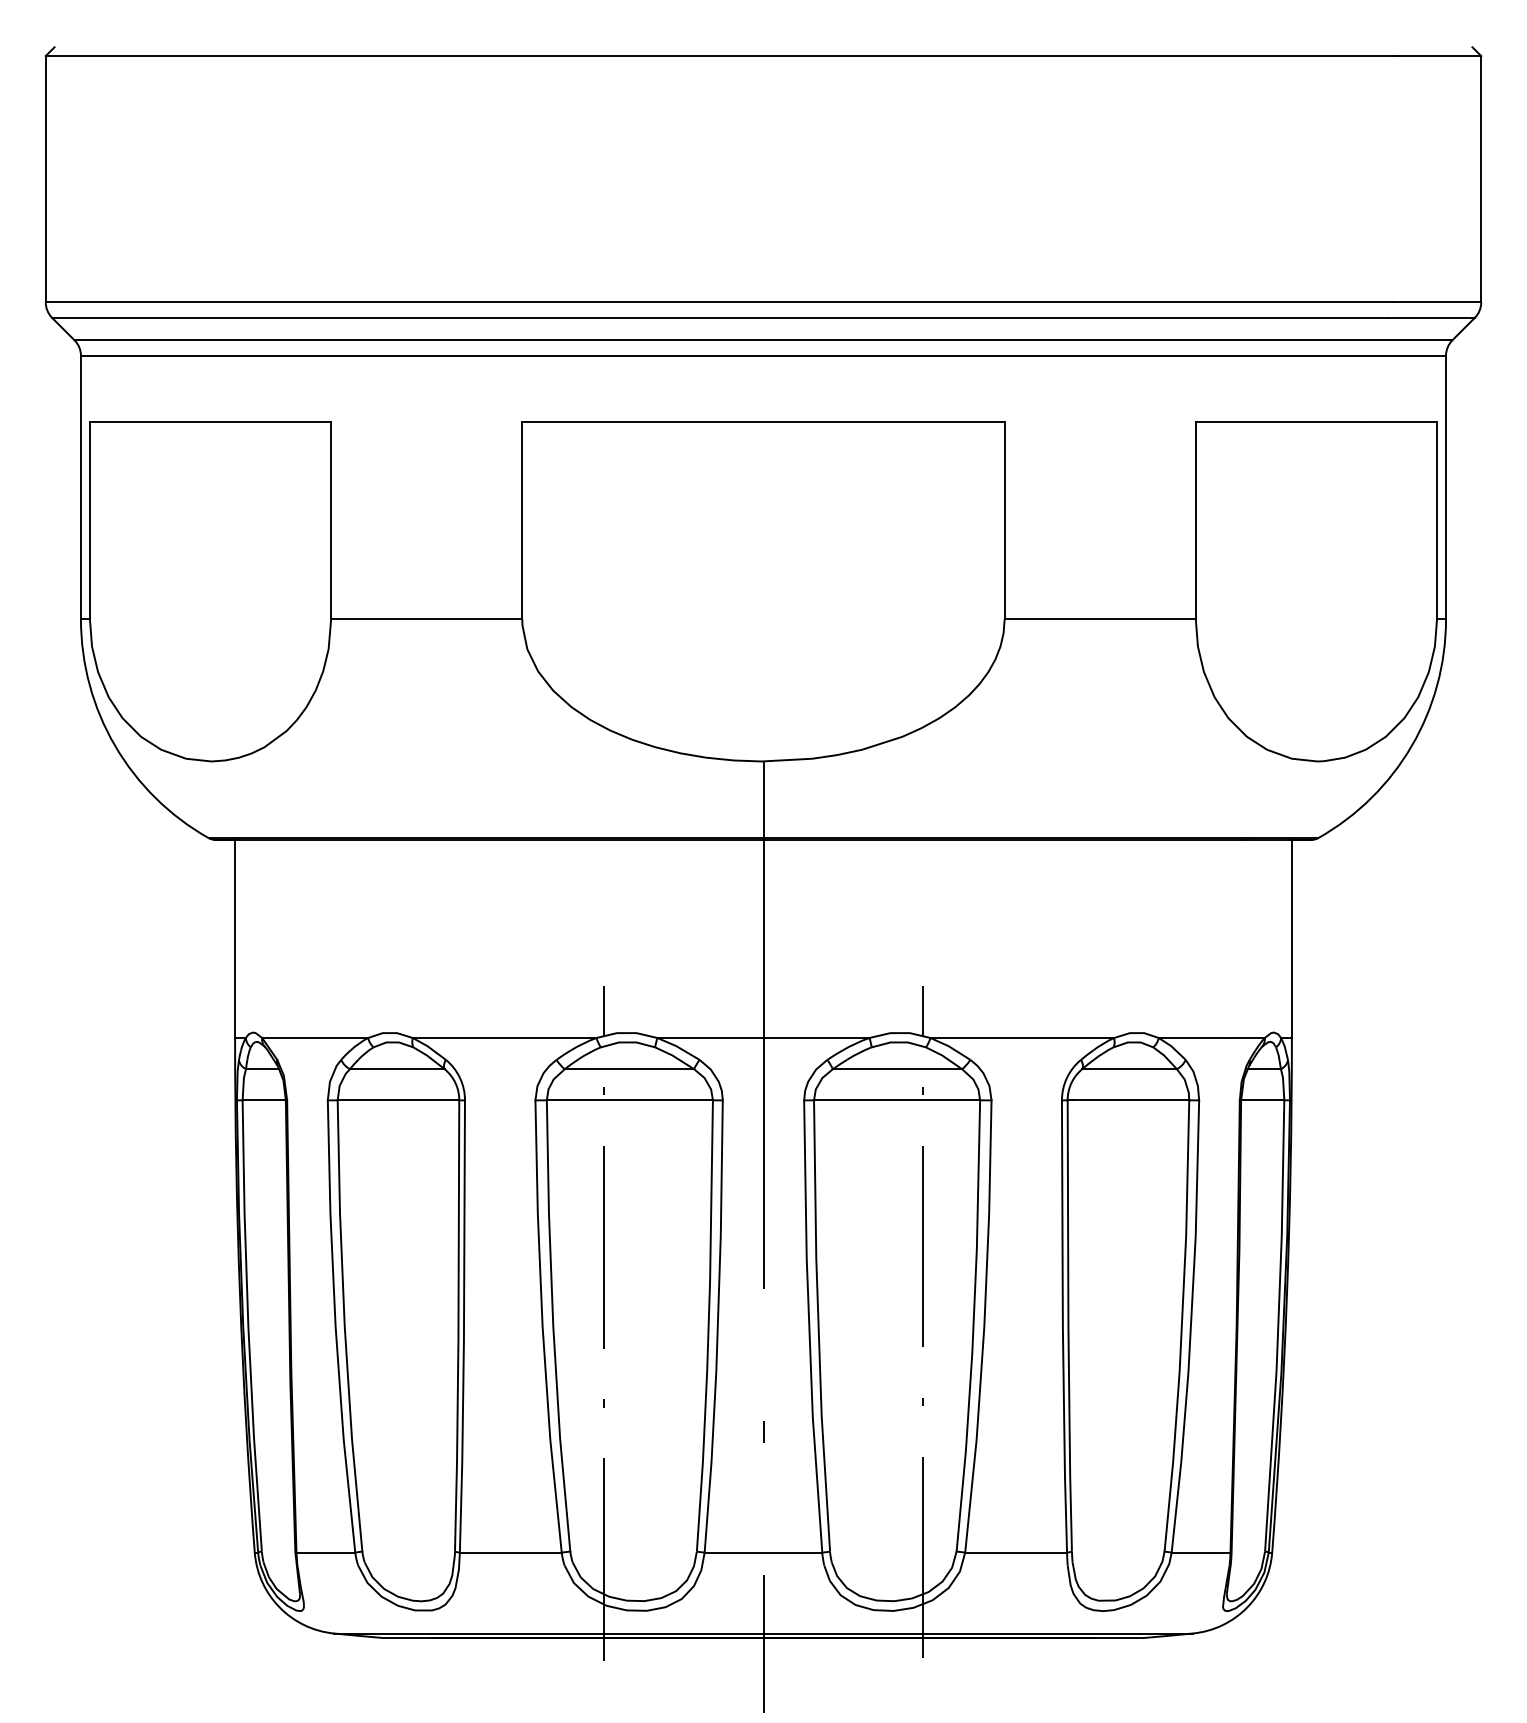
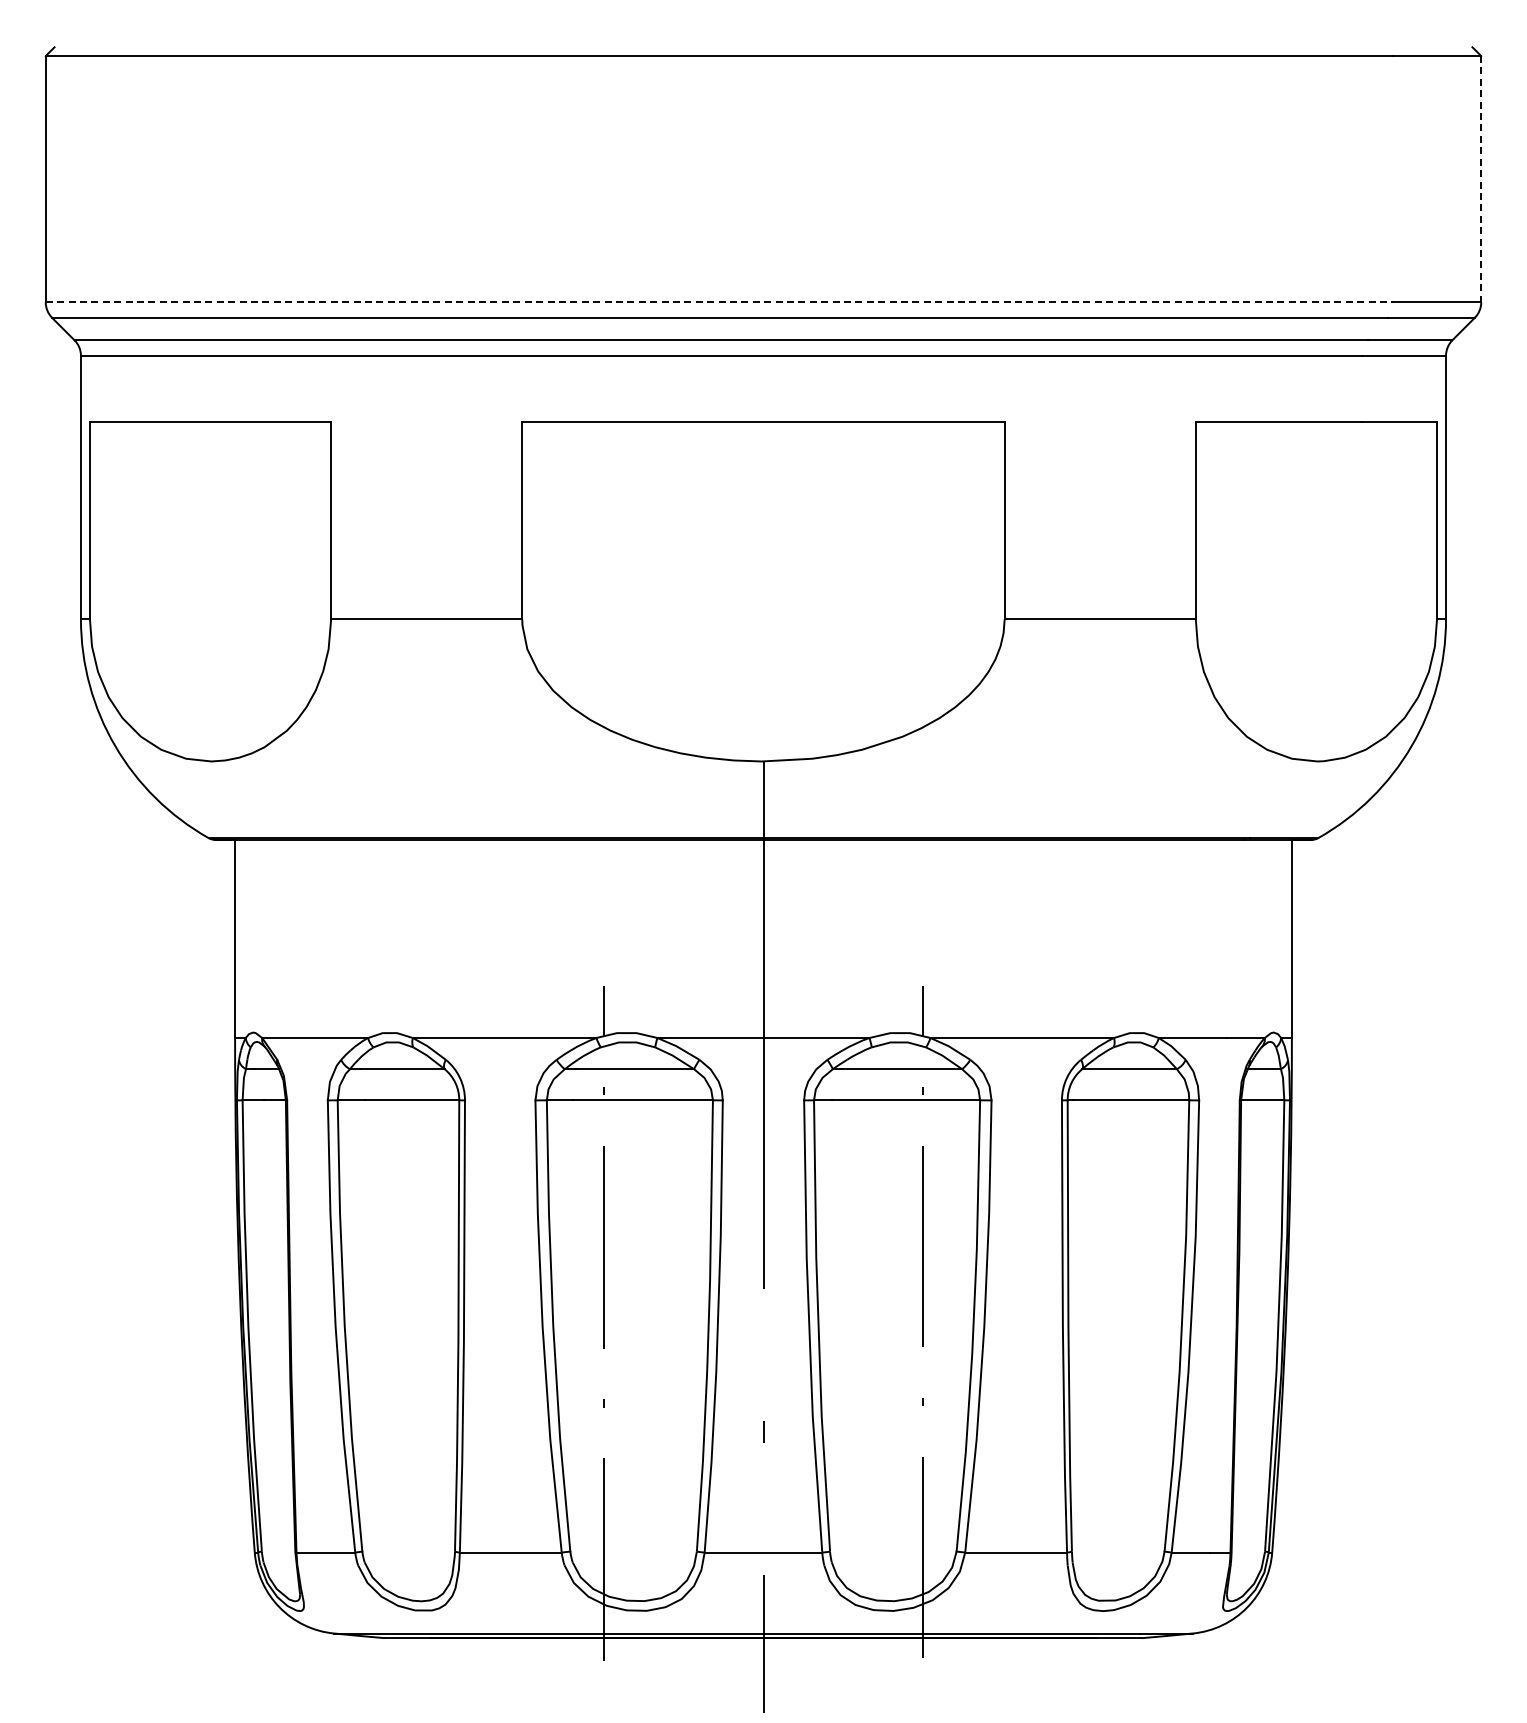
line at (1481, 179): solid -> dashed
line at (719, 302): solid -> dashed
